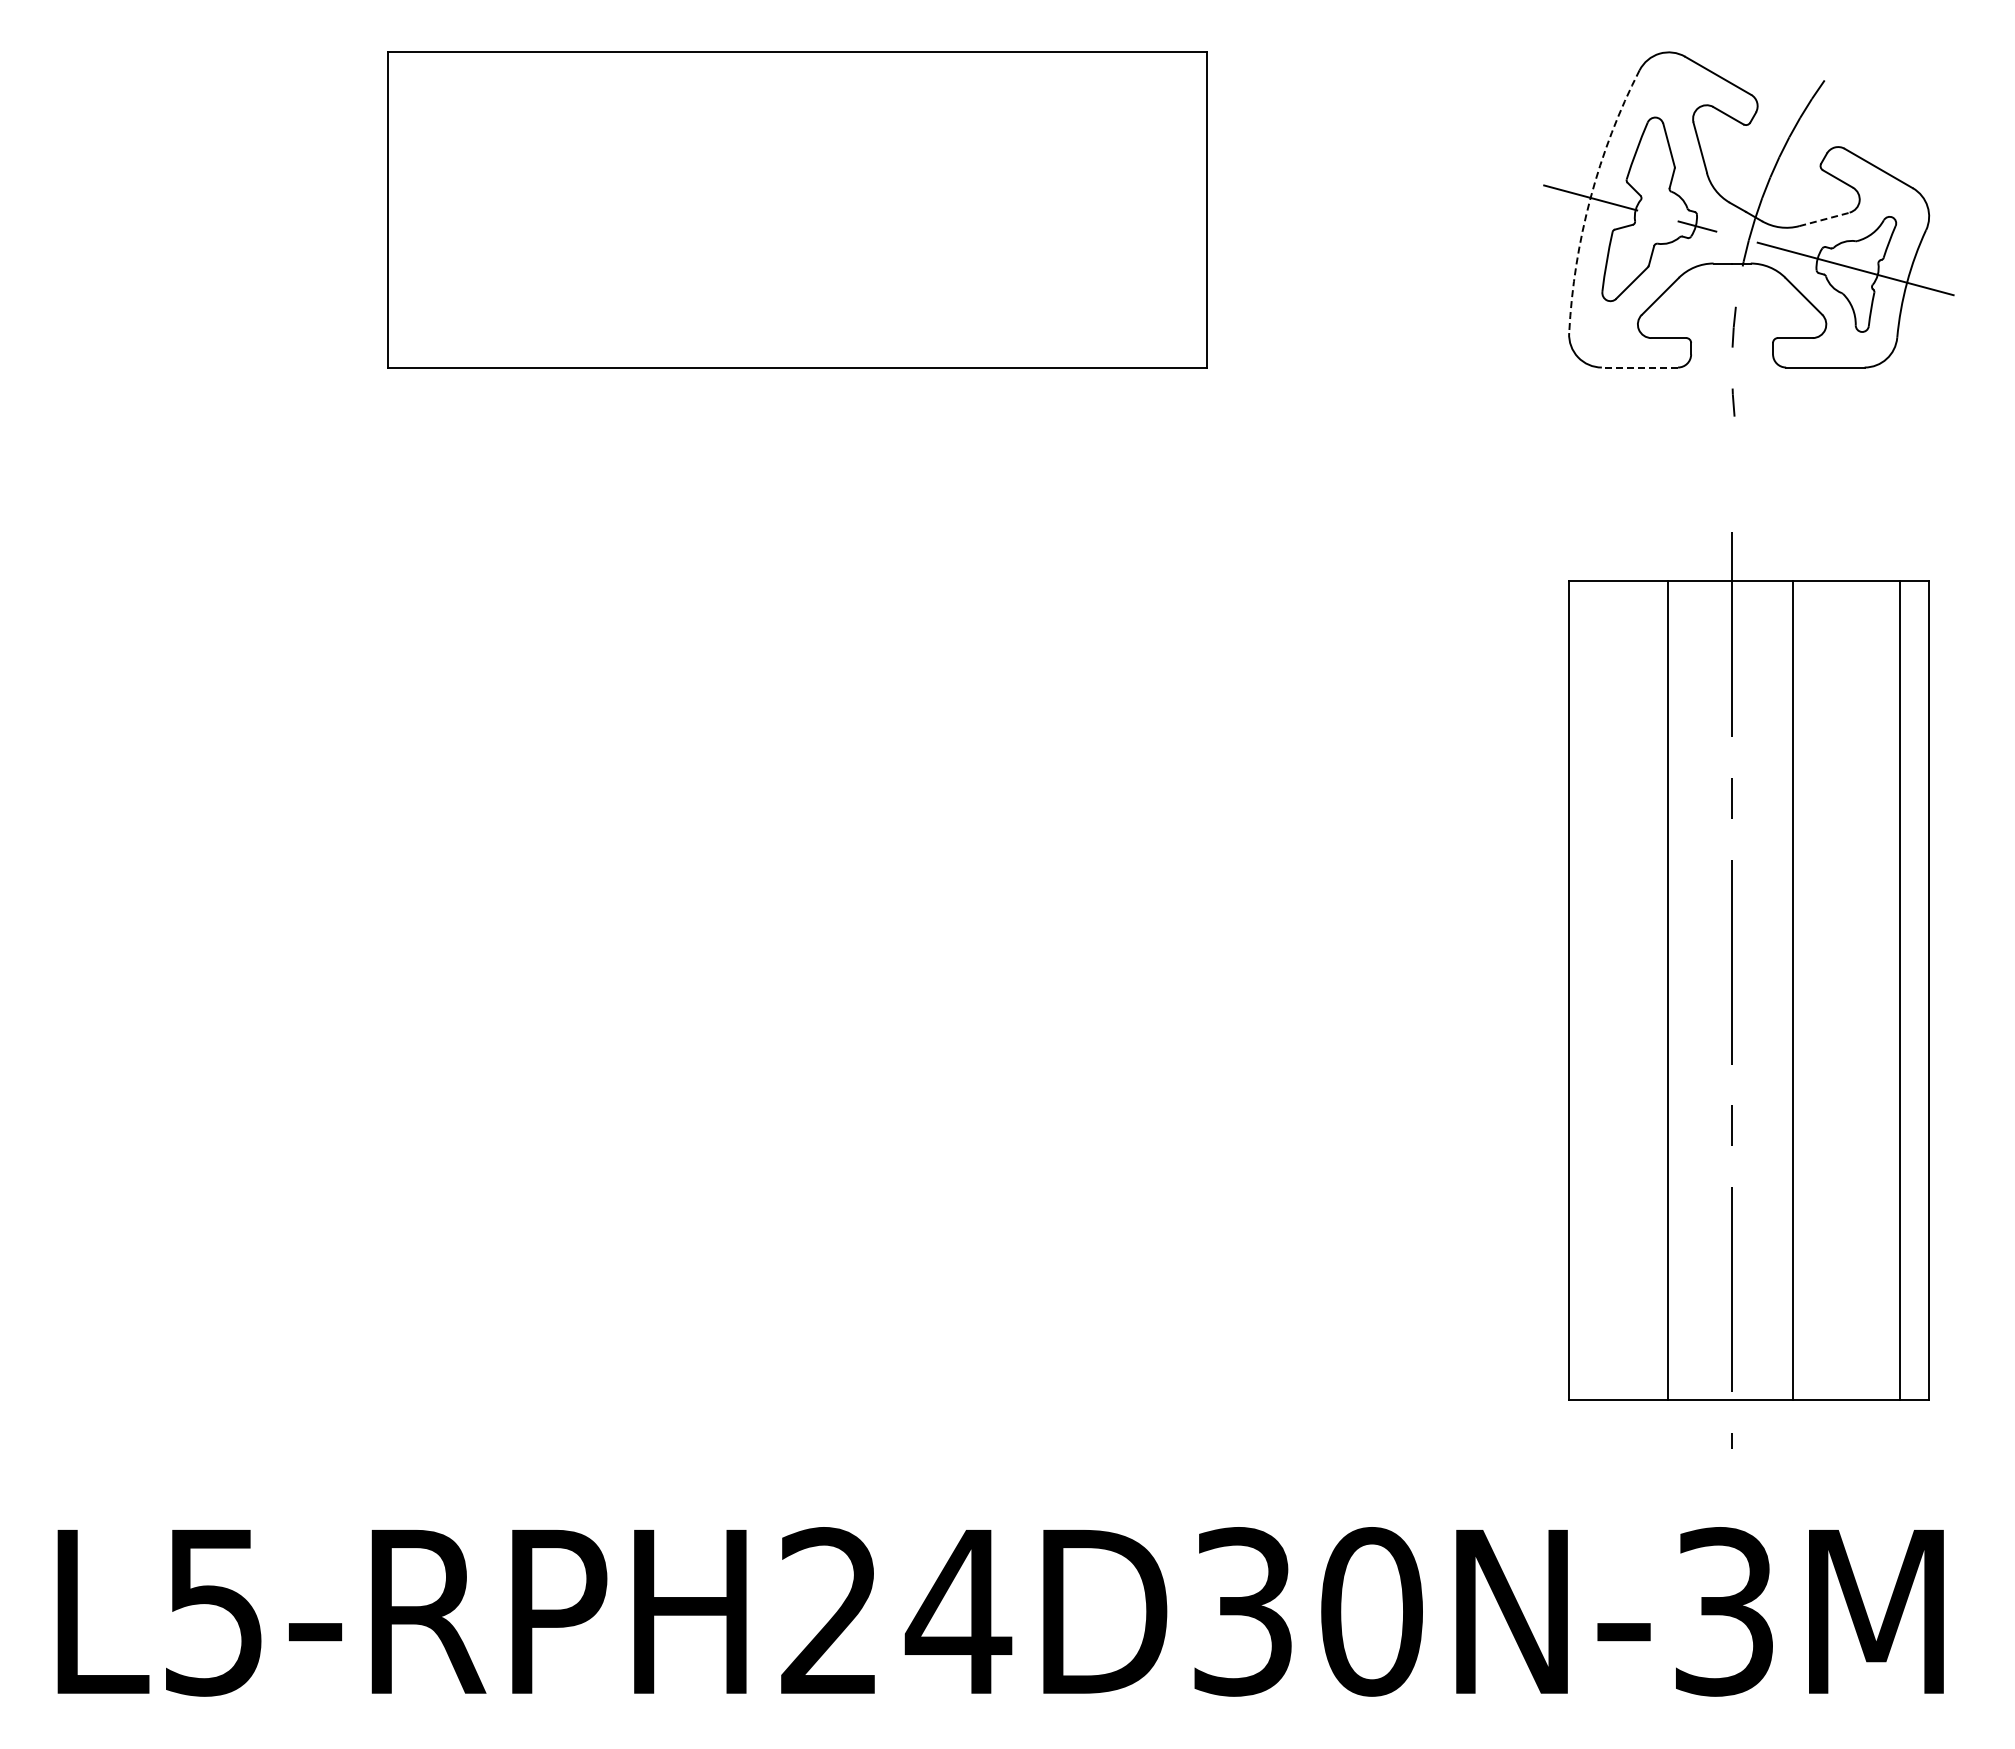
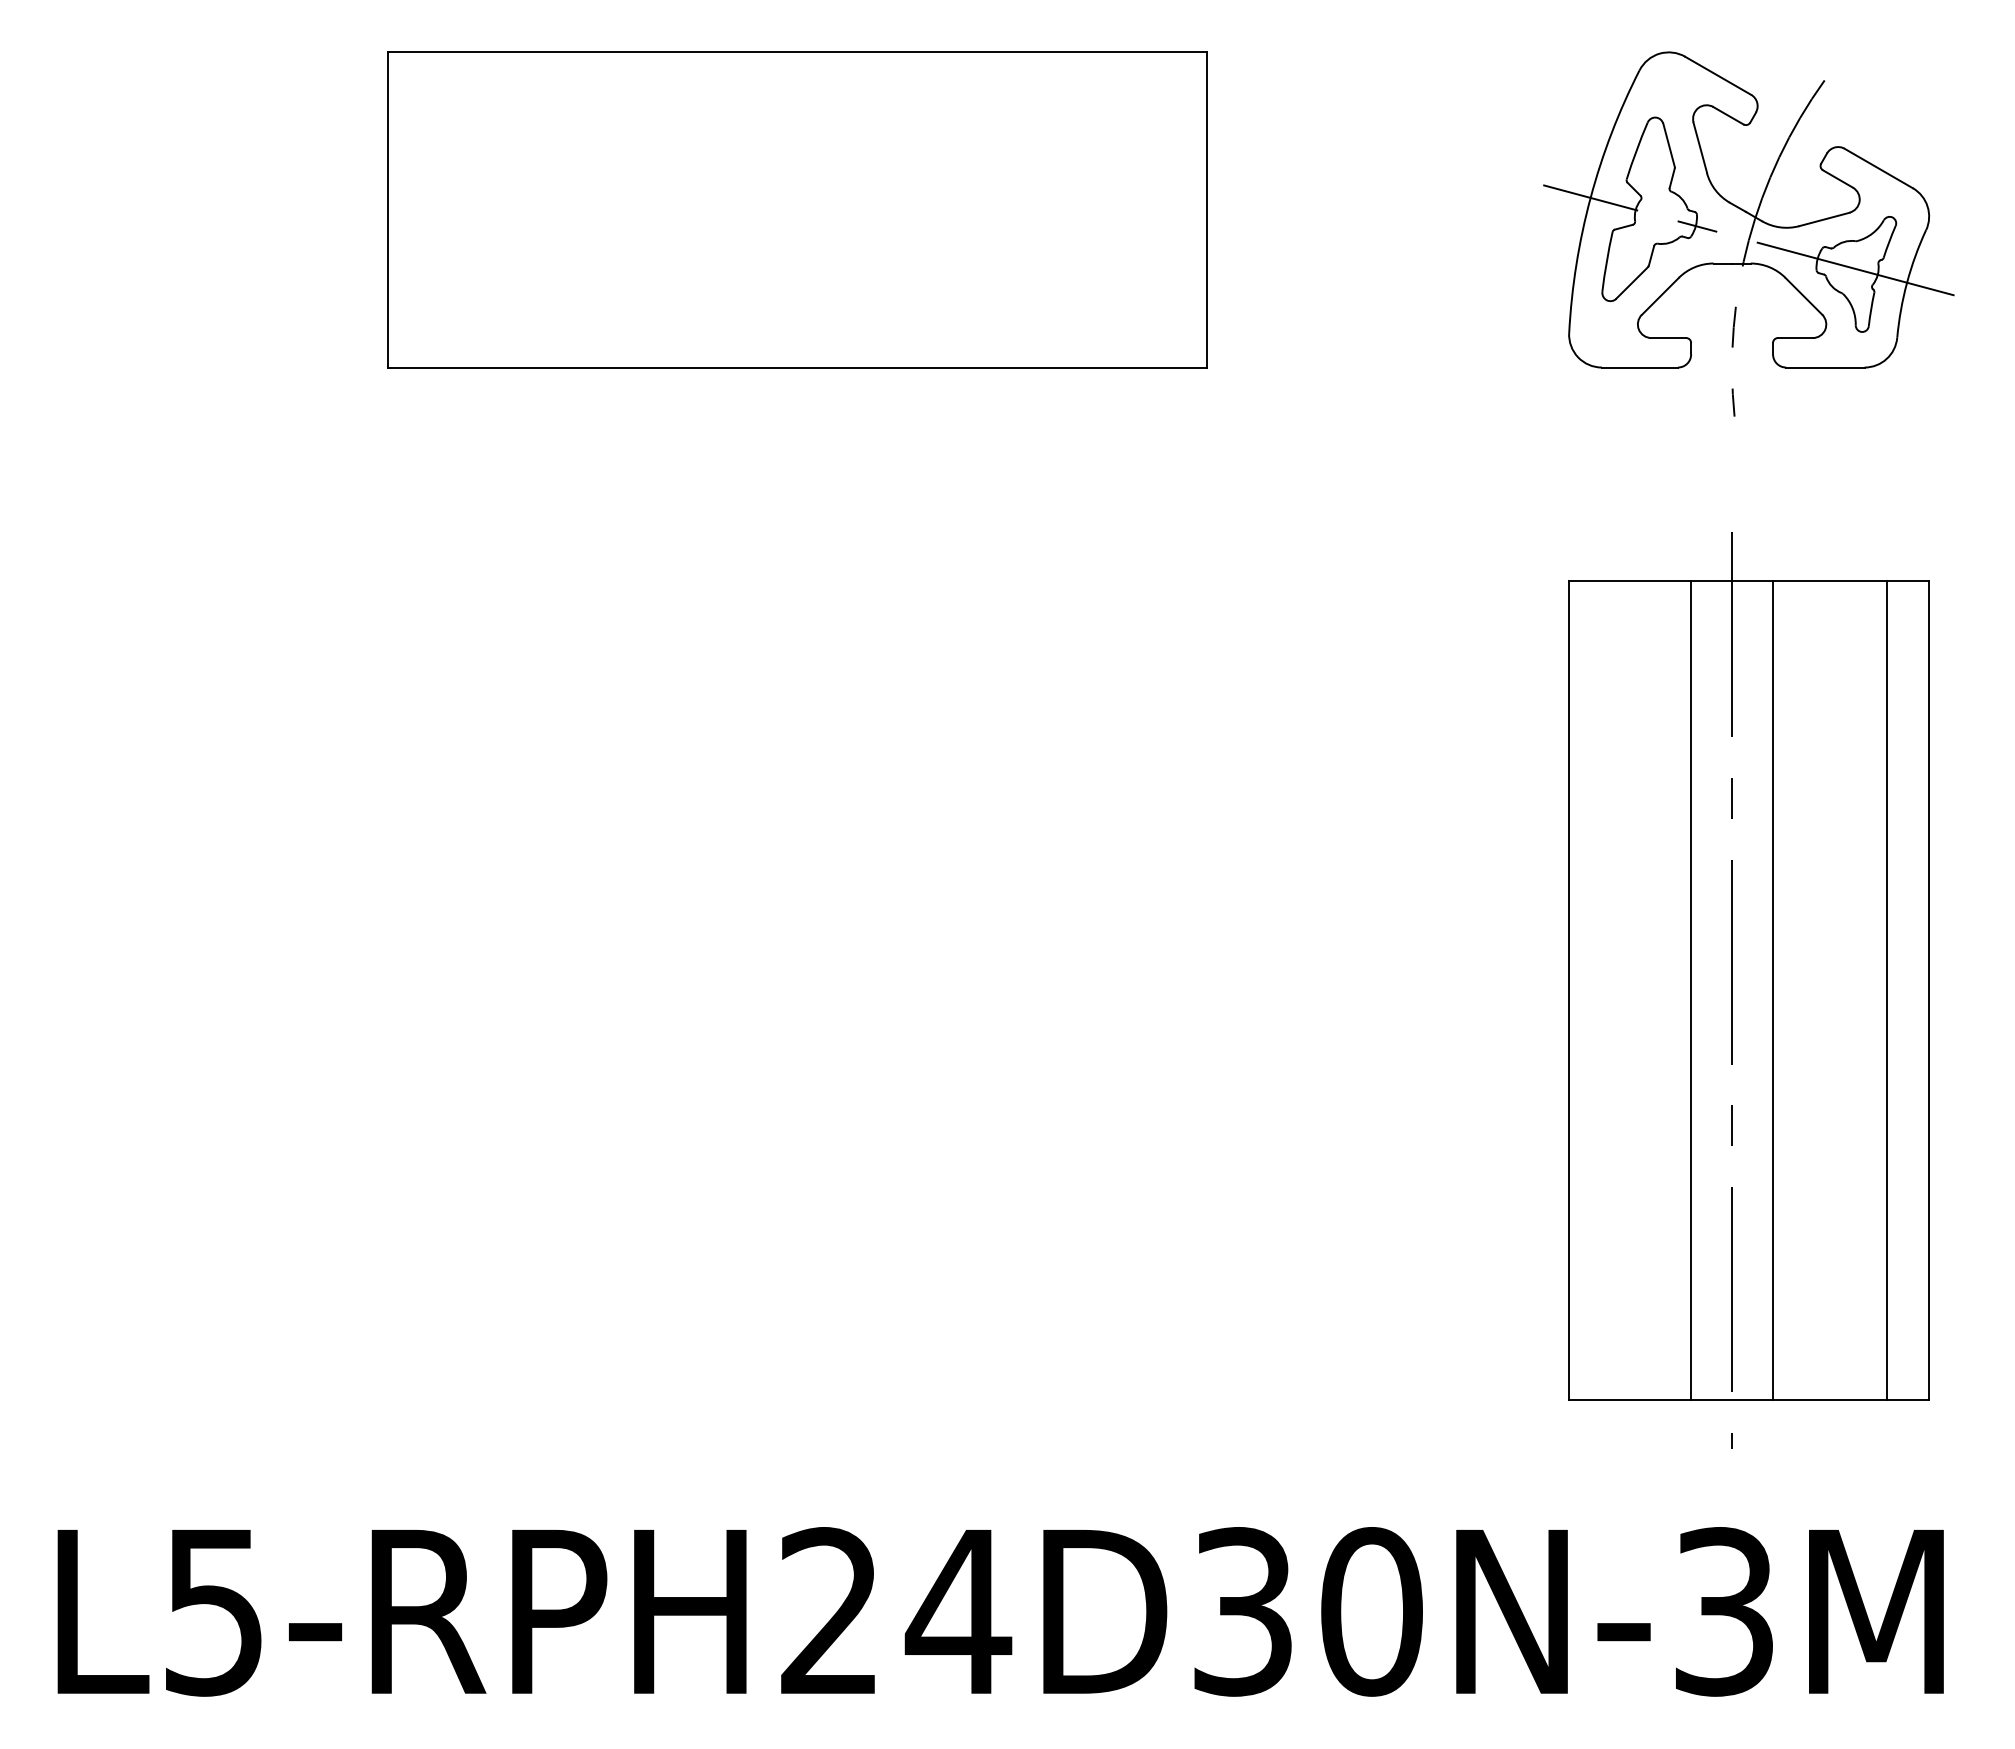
arc at (1590, 197): dashed -> solid
line at (1824, 219): dashed -> solid
line at (1639, 367): dashed -> solid
line at (1668, 990) position: (1668, 990) -> (1691, 990)
line at (1793, 990) position: (1793, 990) -> (1773, 990)
line at (1899, 990) position: (1899, 990) -> (1886, 990)
